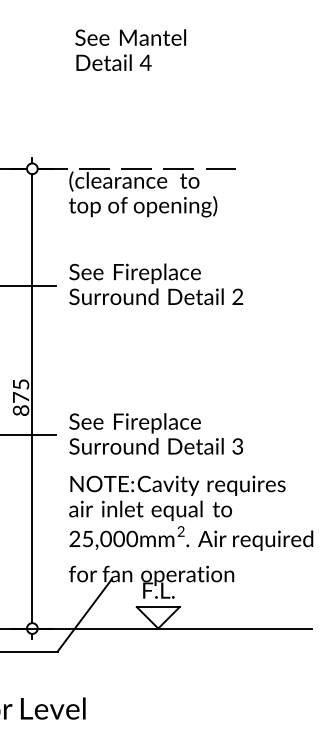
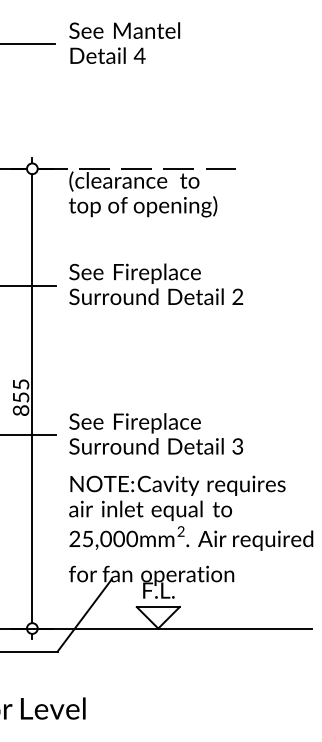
line at (28, 44): none -> present
text at (130, 49) position: (130, 49) -> (124, 42)
text at (21, 397): 875 -> 855
